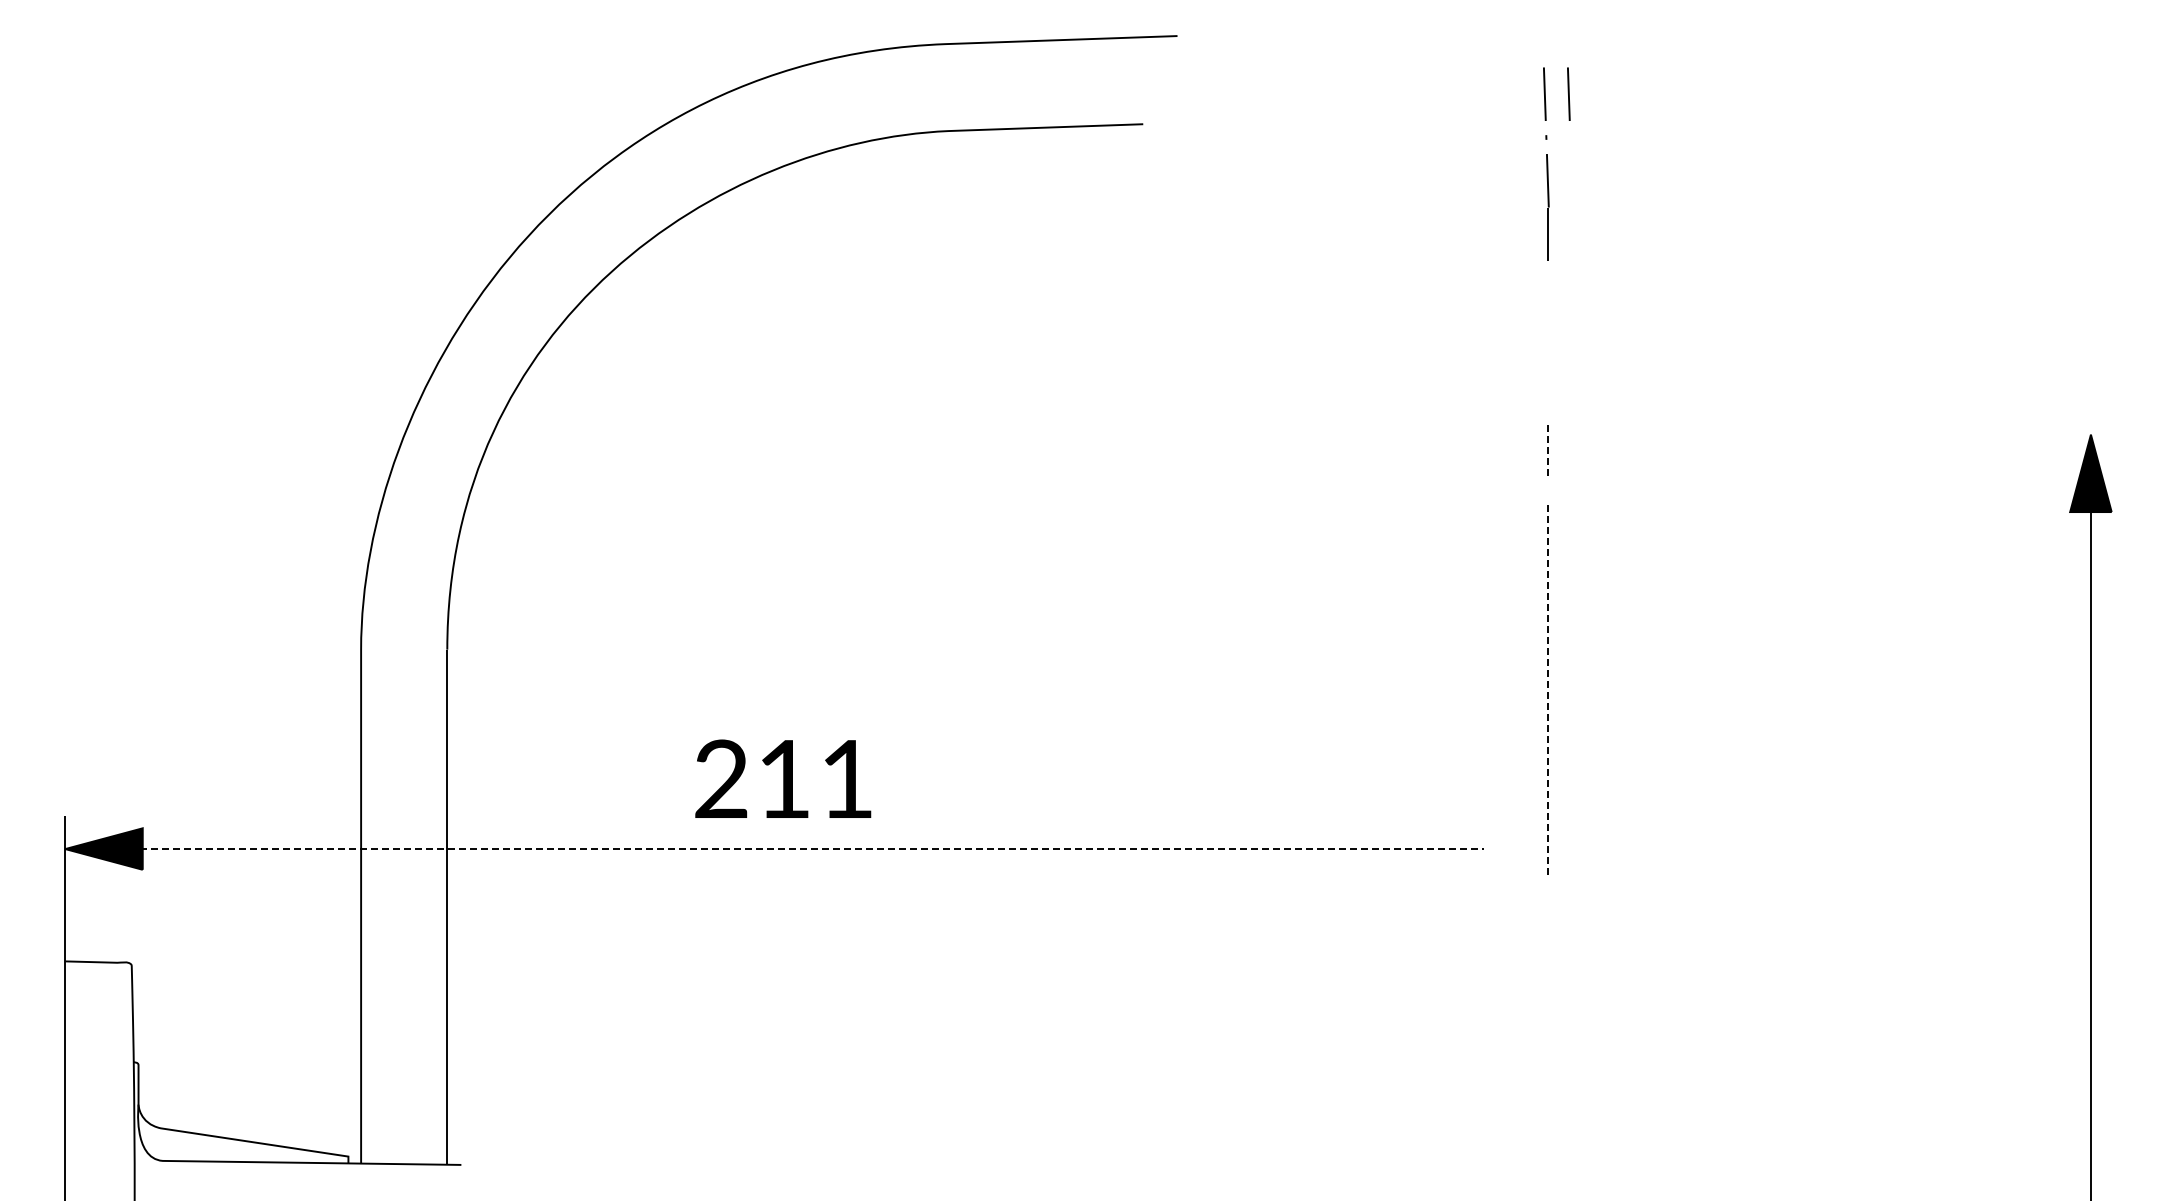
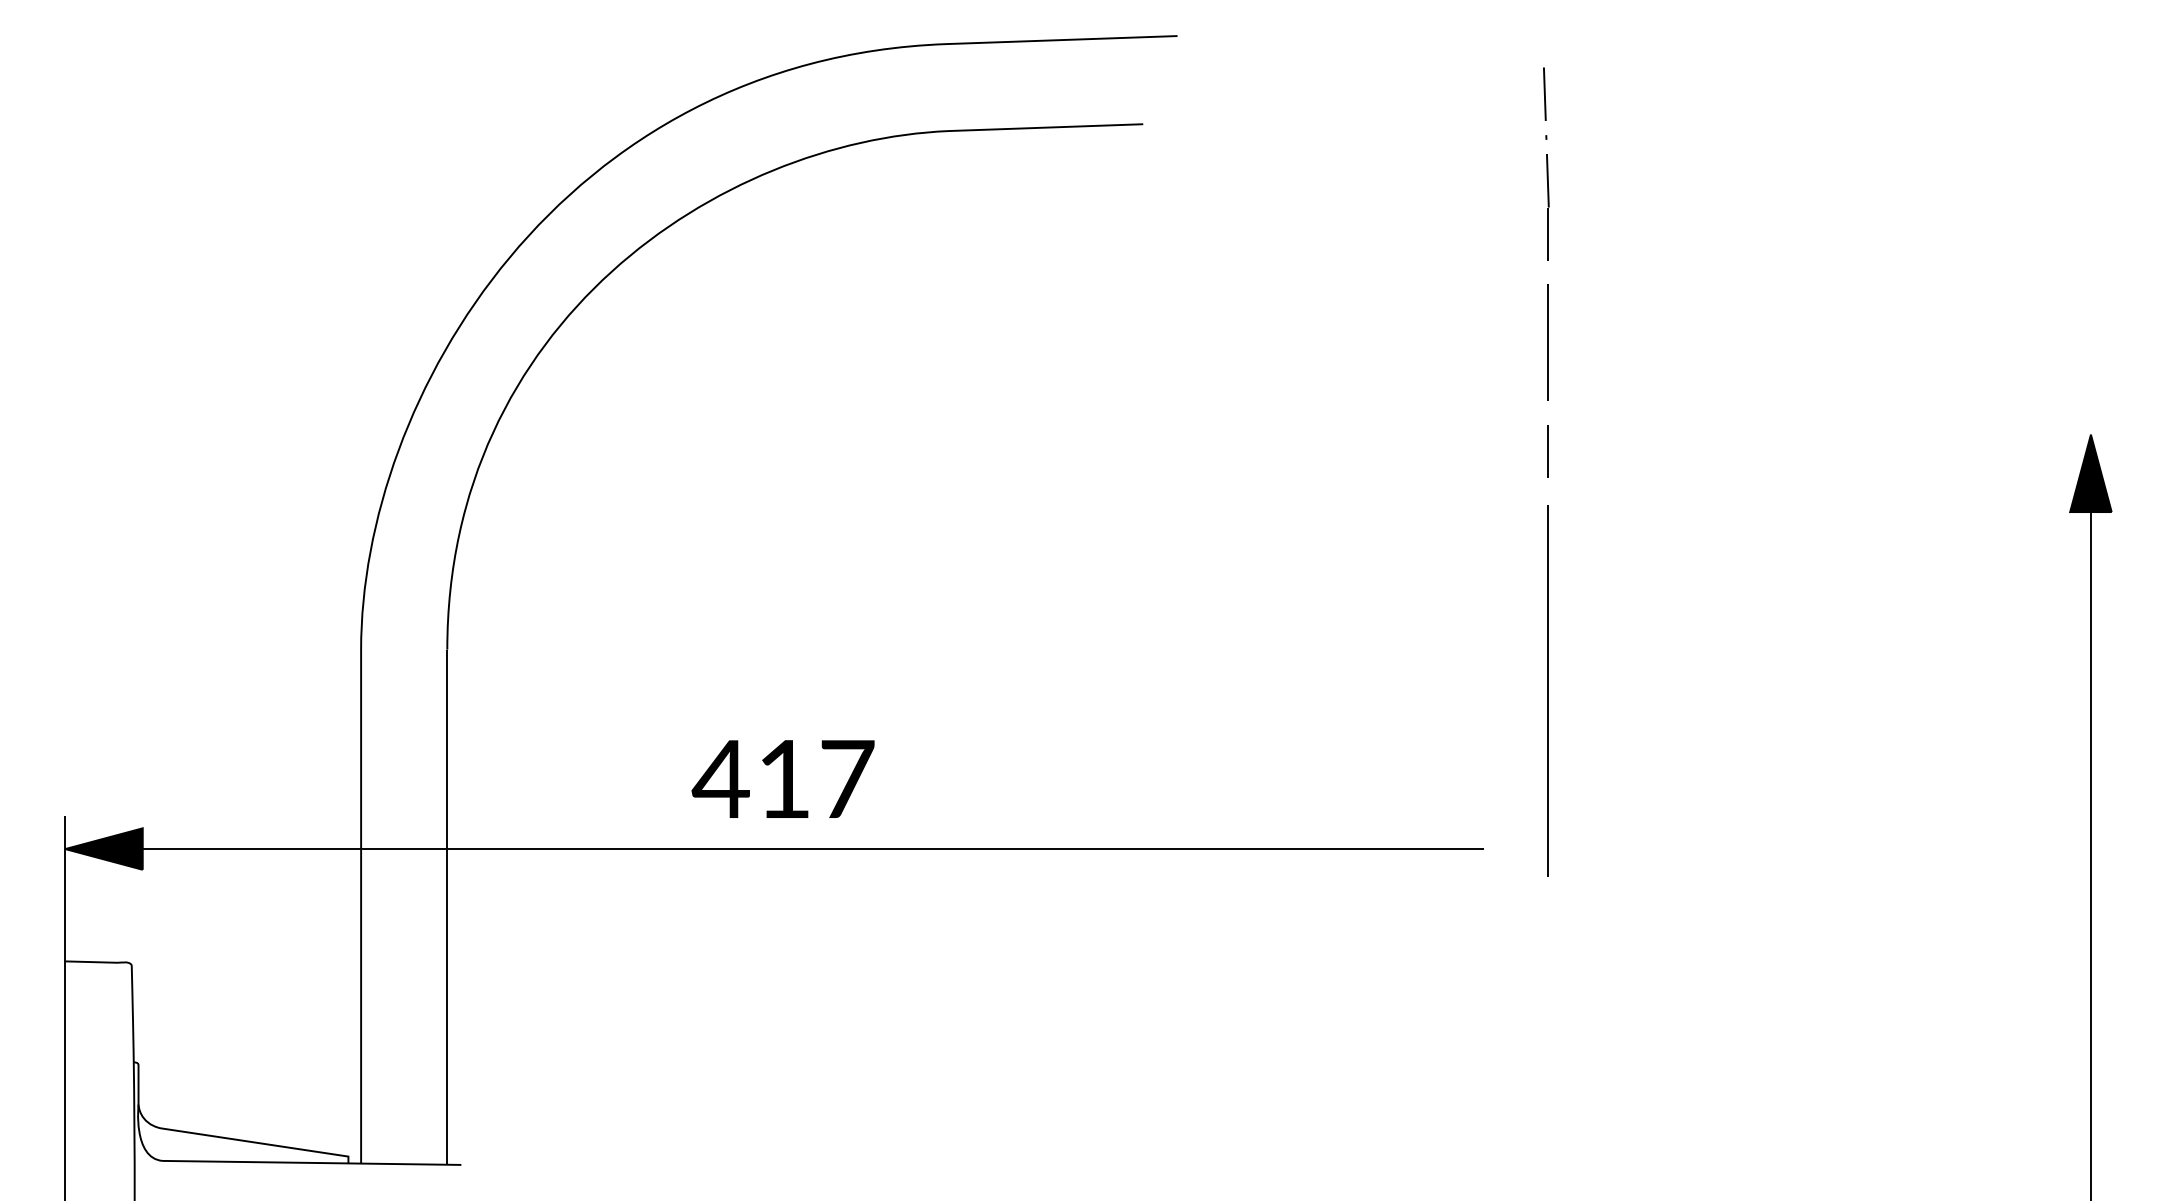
line at (1568, 93): present -> none
line at (1547, 342): none -> present
line at (1547, 451): dashed -> solid
line at (1547, 691): dashed -> solid
text at (782, 778): 211 -> 417
line at (806, 849): dashed -> solid
